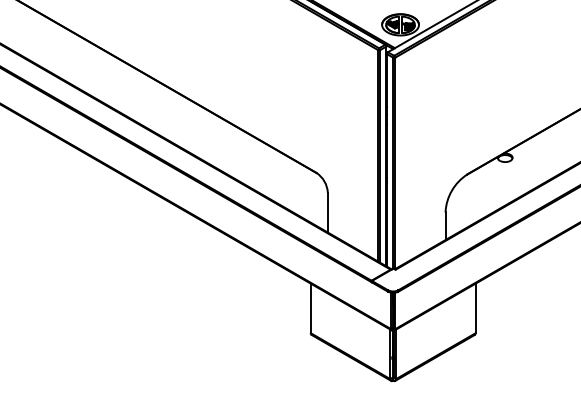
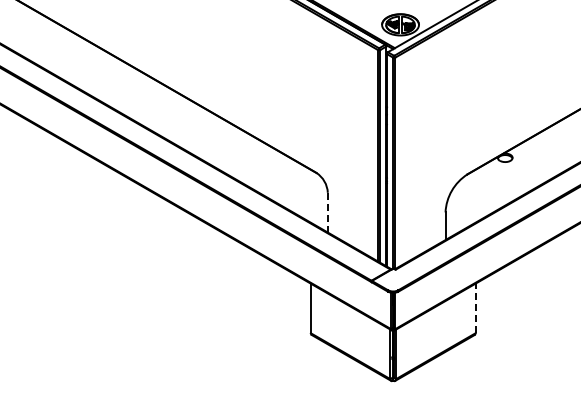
line at (327, 212): solid -> dashed
line at (475, 308): solid -> dashed
